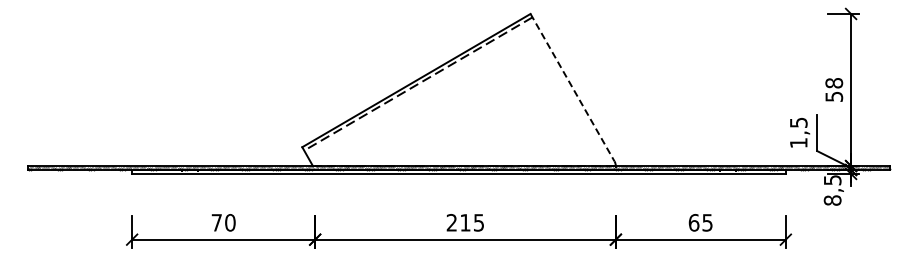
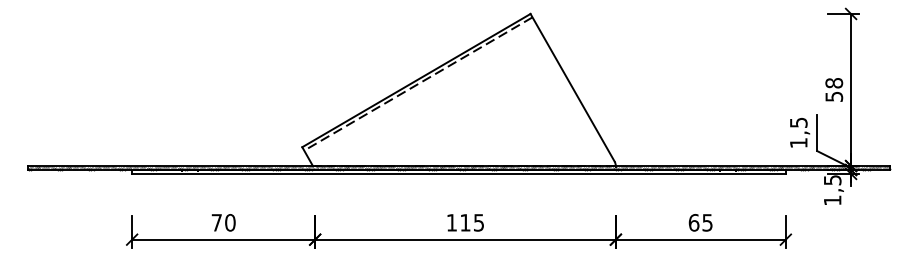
line at (572, 87): dashed -> solid
text at (832, 200): 8,5 -> 1,5
text at (451, 222): 215 -> 115
